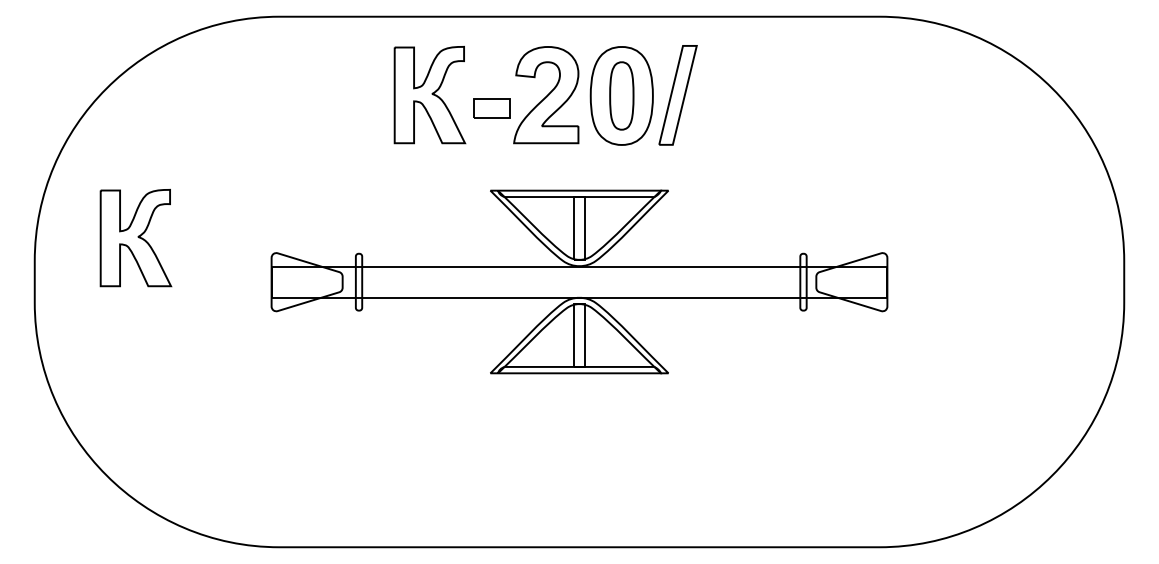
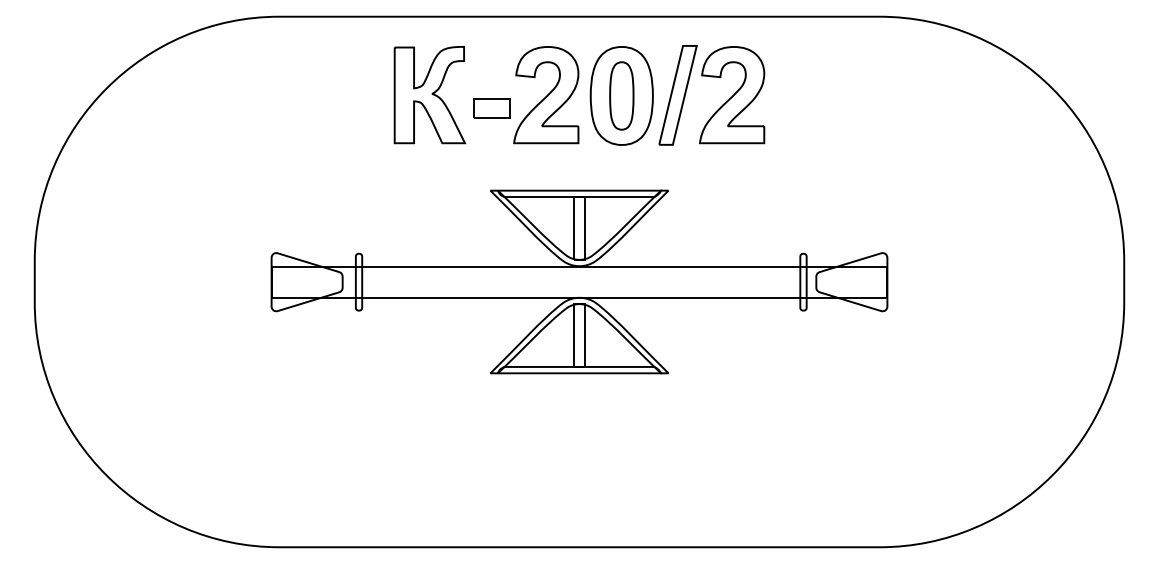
part at (732, 95): none -> present
part at (135, 237): present -> none
